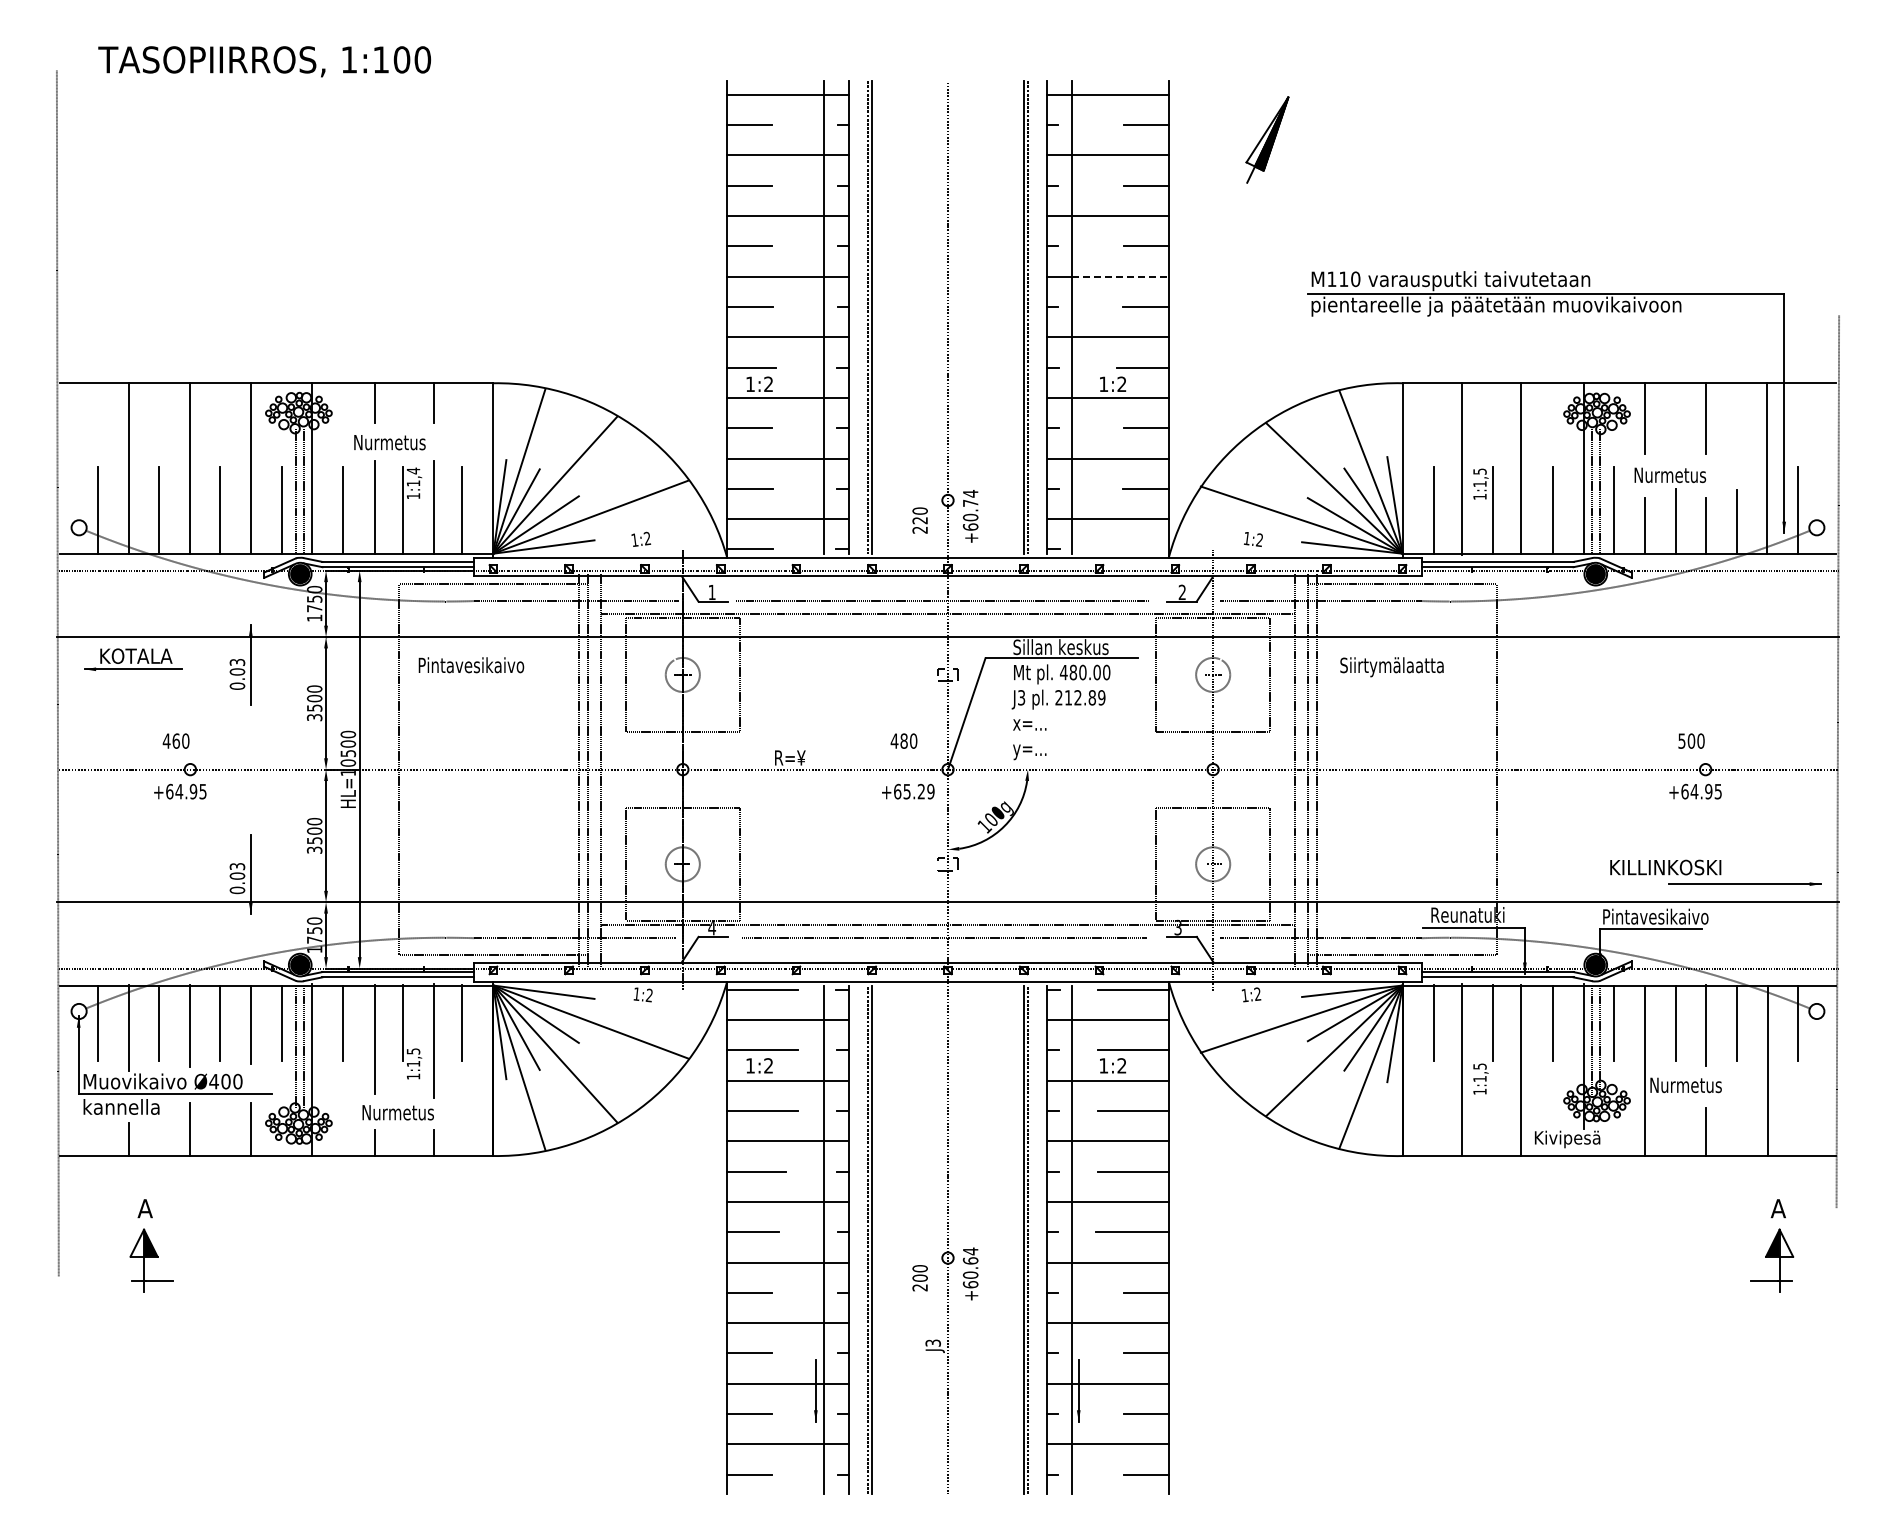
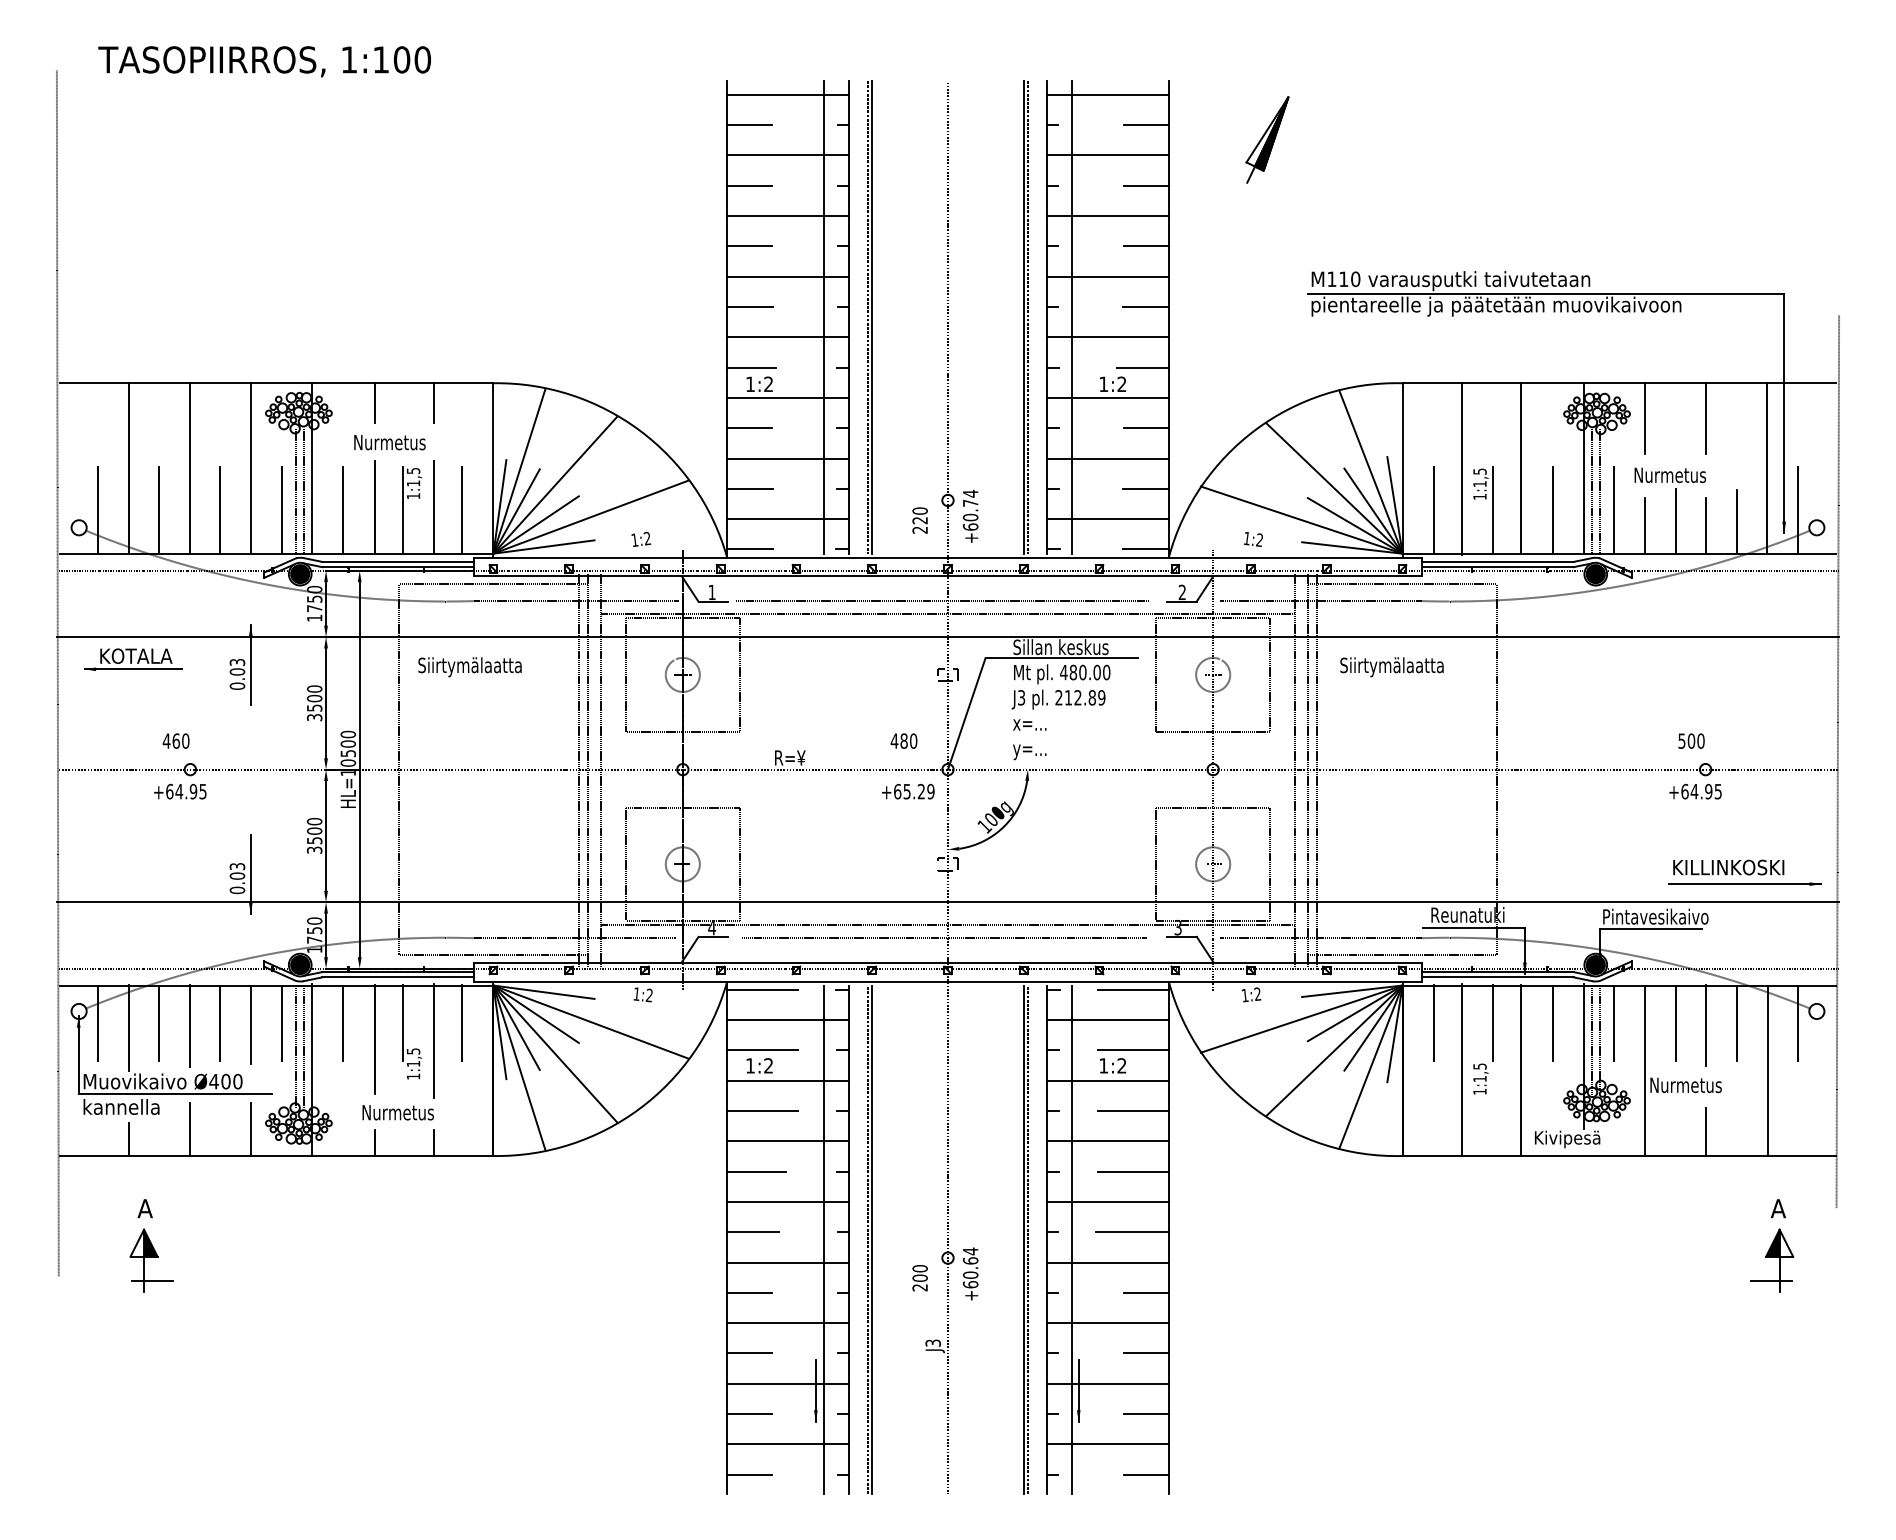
line at (1120, 276): dashed -> solid
text at (413, 470): 1:1,4 -> 1:1,5
line at (1145, 549): none -> present
text at (471, 667): Pintavesikaivo -> Siirtymälaatta
text at (1665, 867) position: (1665, 867) -> (1728, 867)
